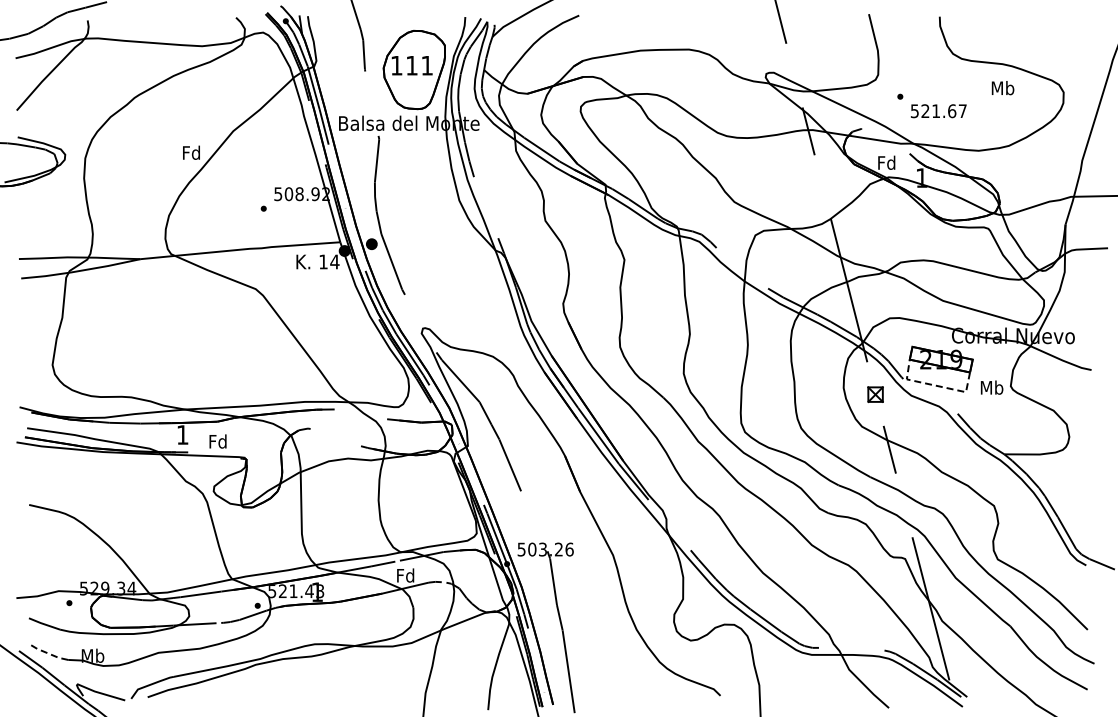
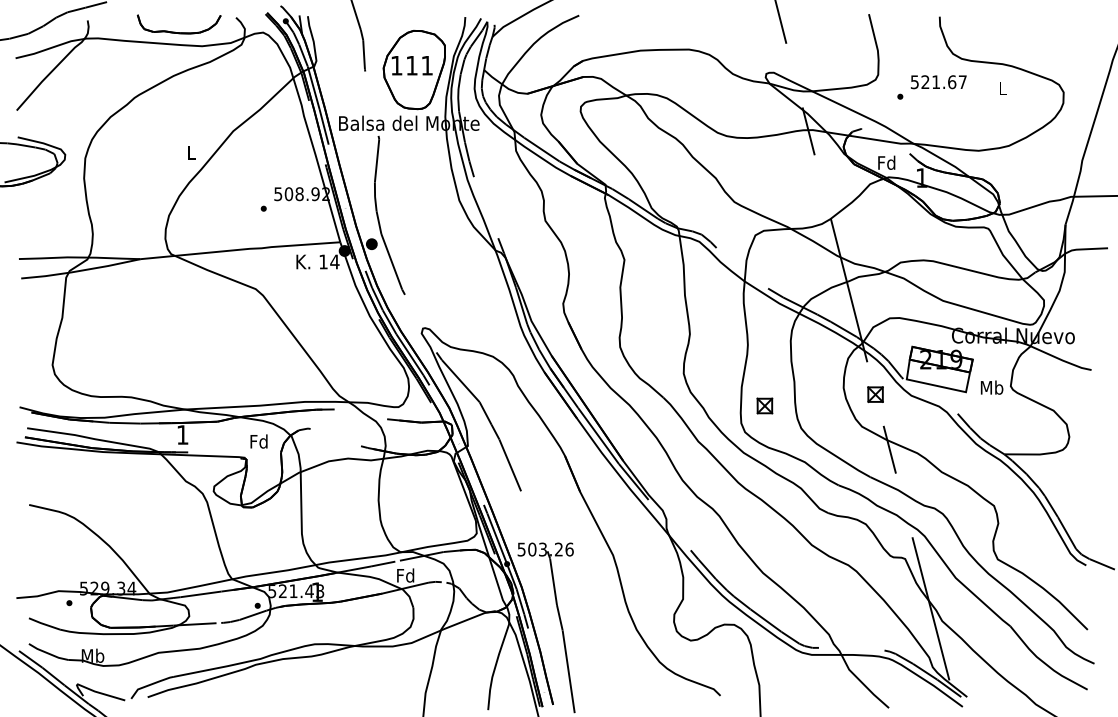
part at (175, 31): none -> present
text at (1002, 88): Mb -> L
text at (938, 111) position: (938, 111) -> (938, 82)
text at (191, 152): Fd -> L
line at (936, 385): dashed -> solid
part at (764, 405): none -> present
text at (217, 441) position: (217, 441) -> (258, 441)
line at (48, 653): dashed -> solid
